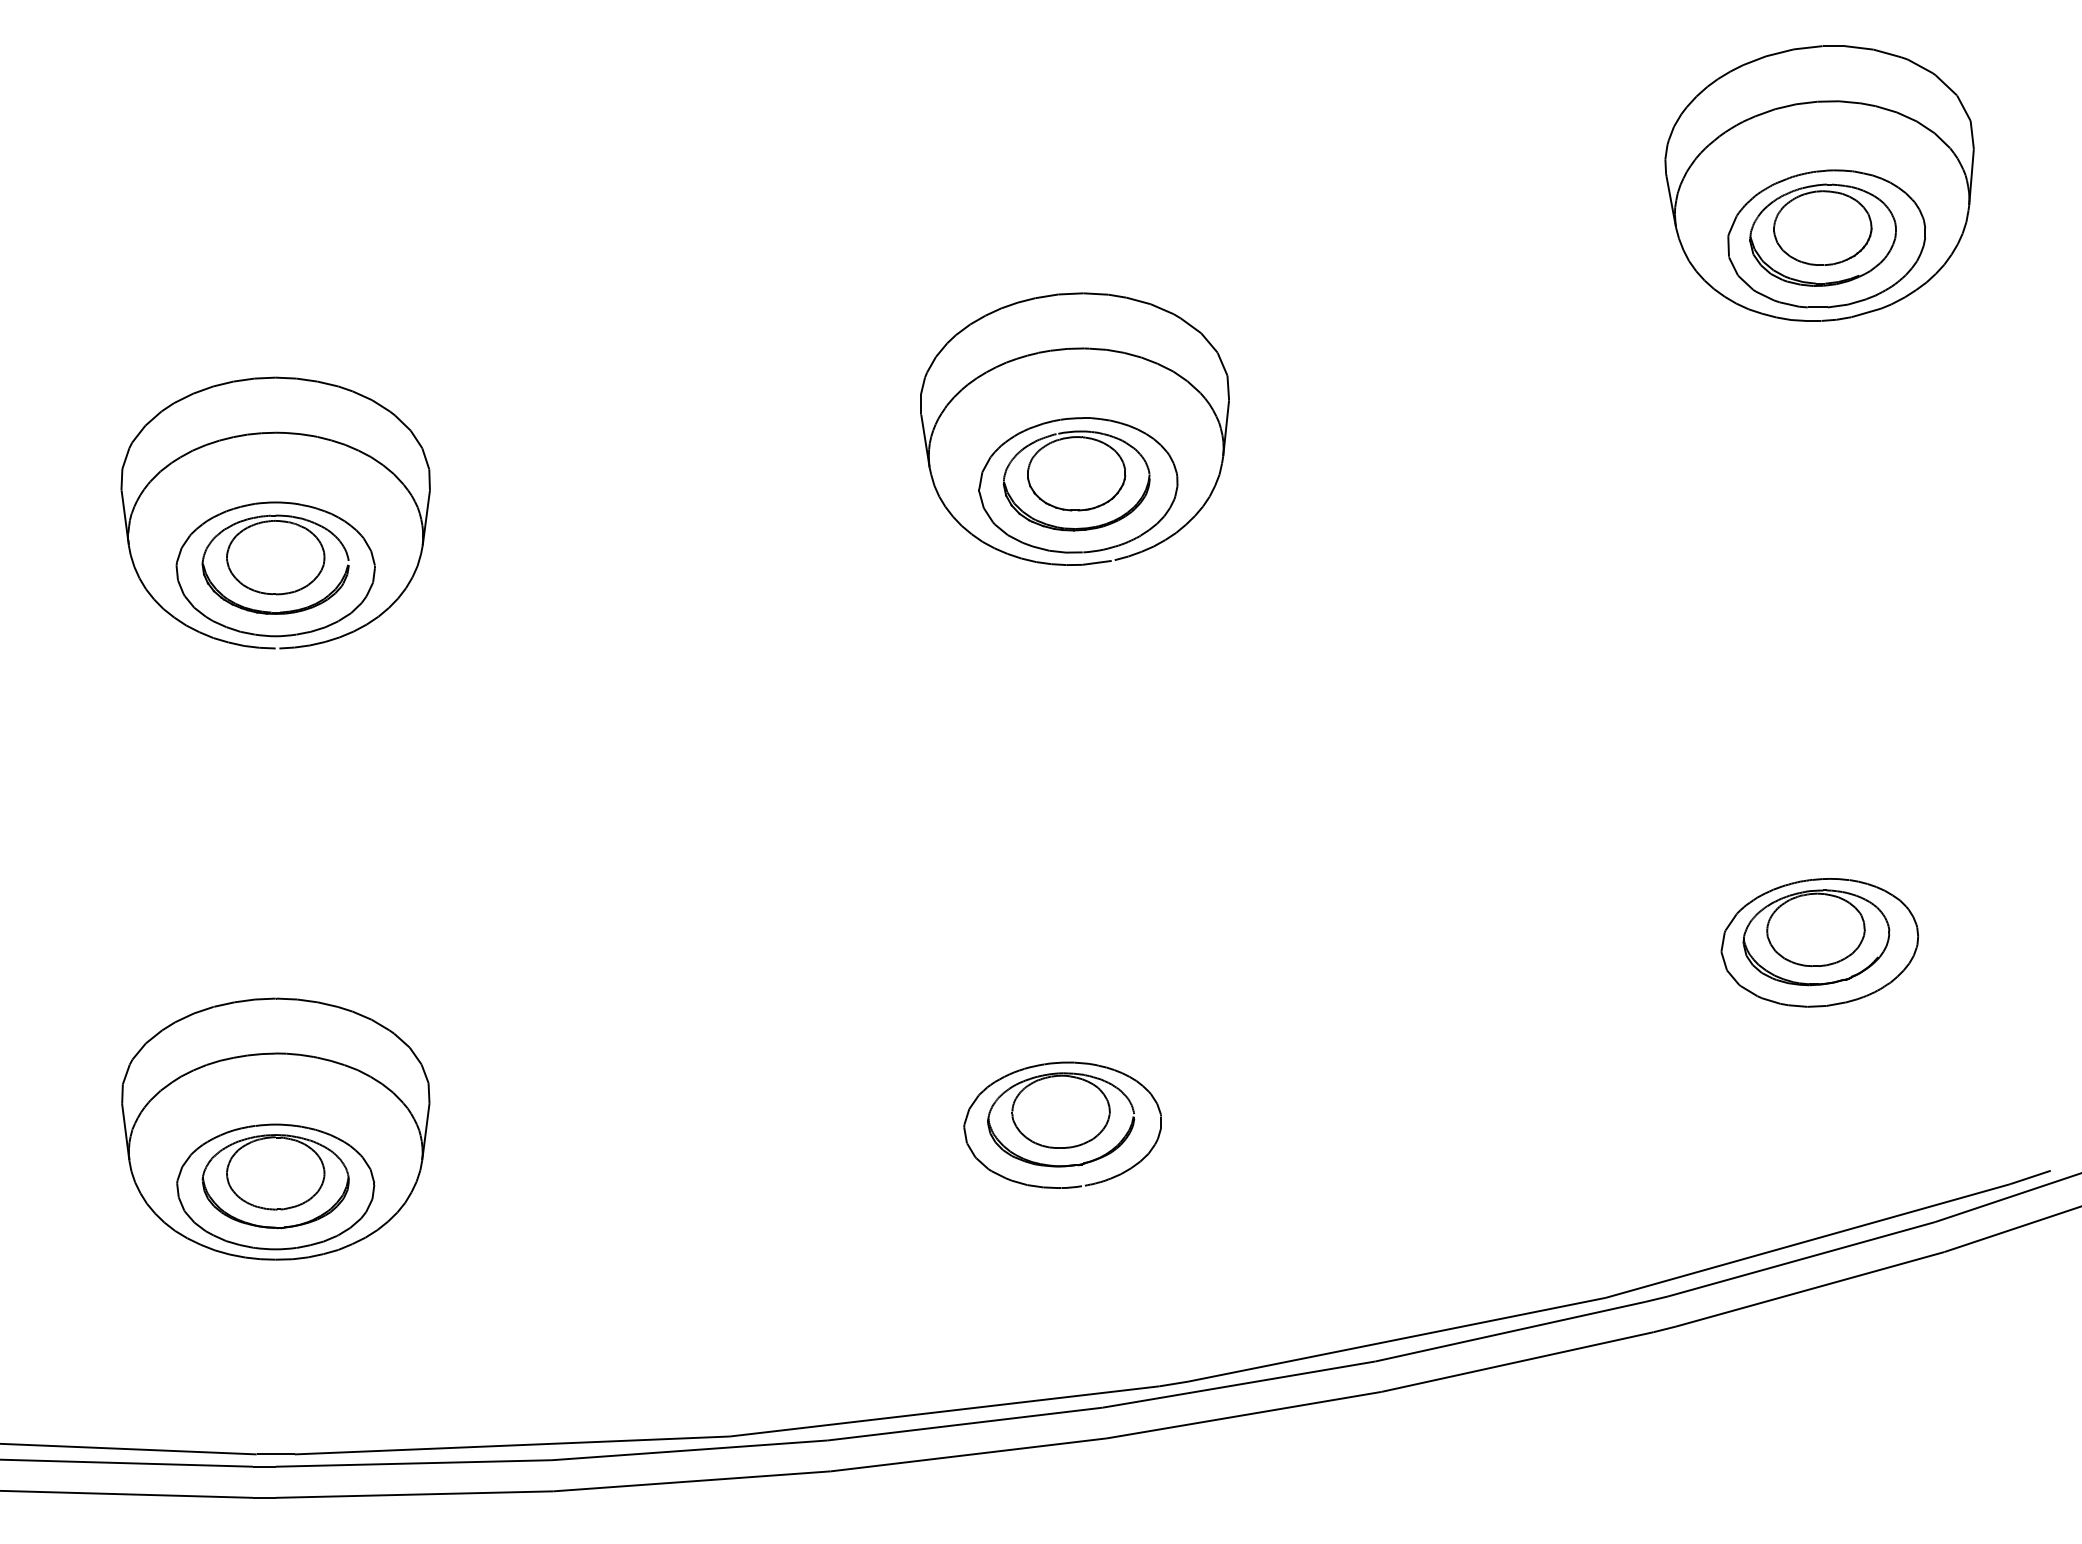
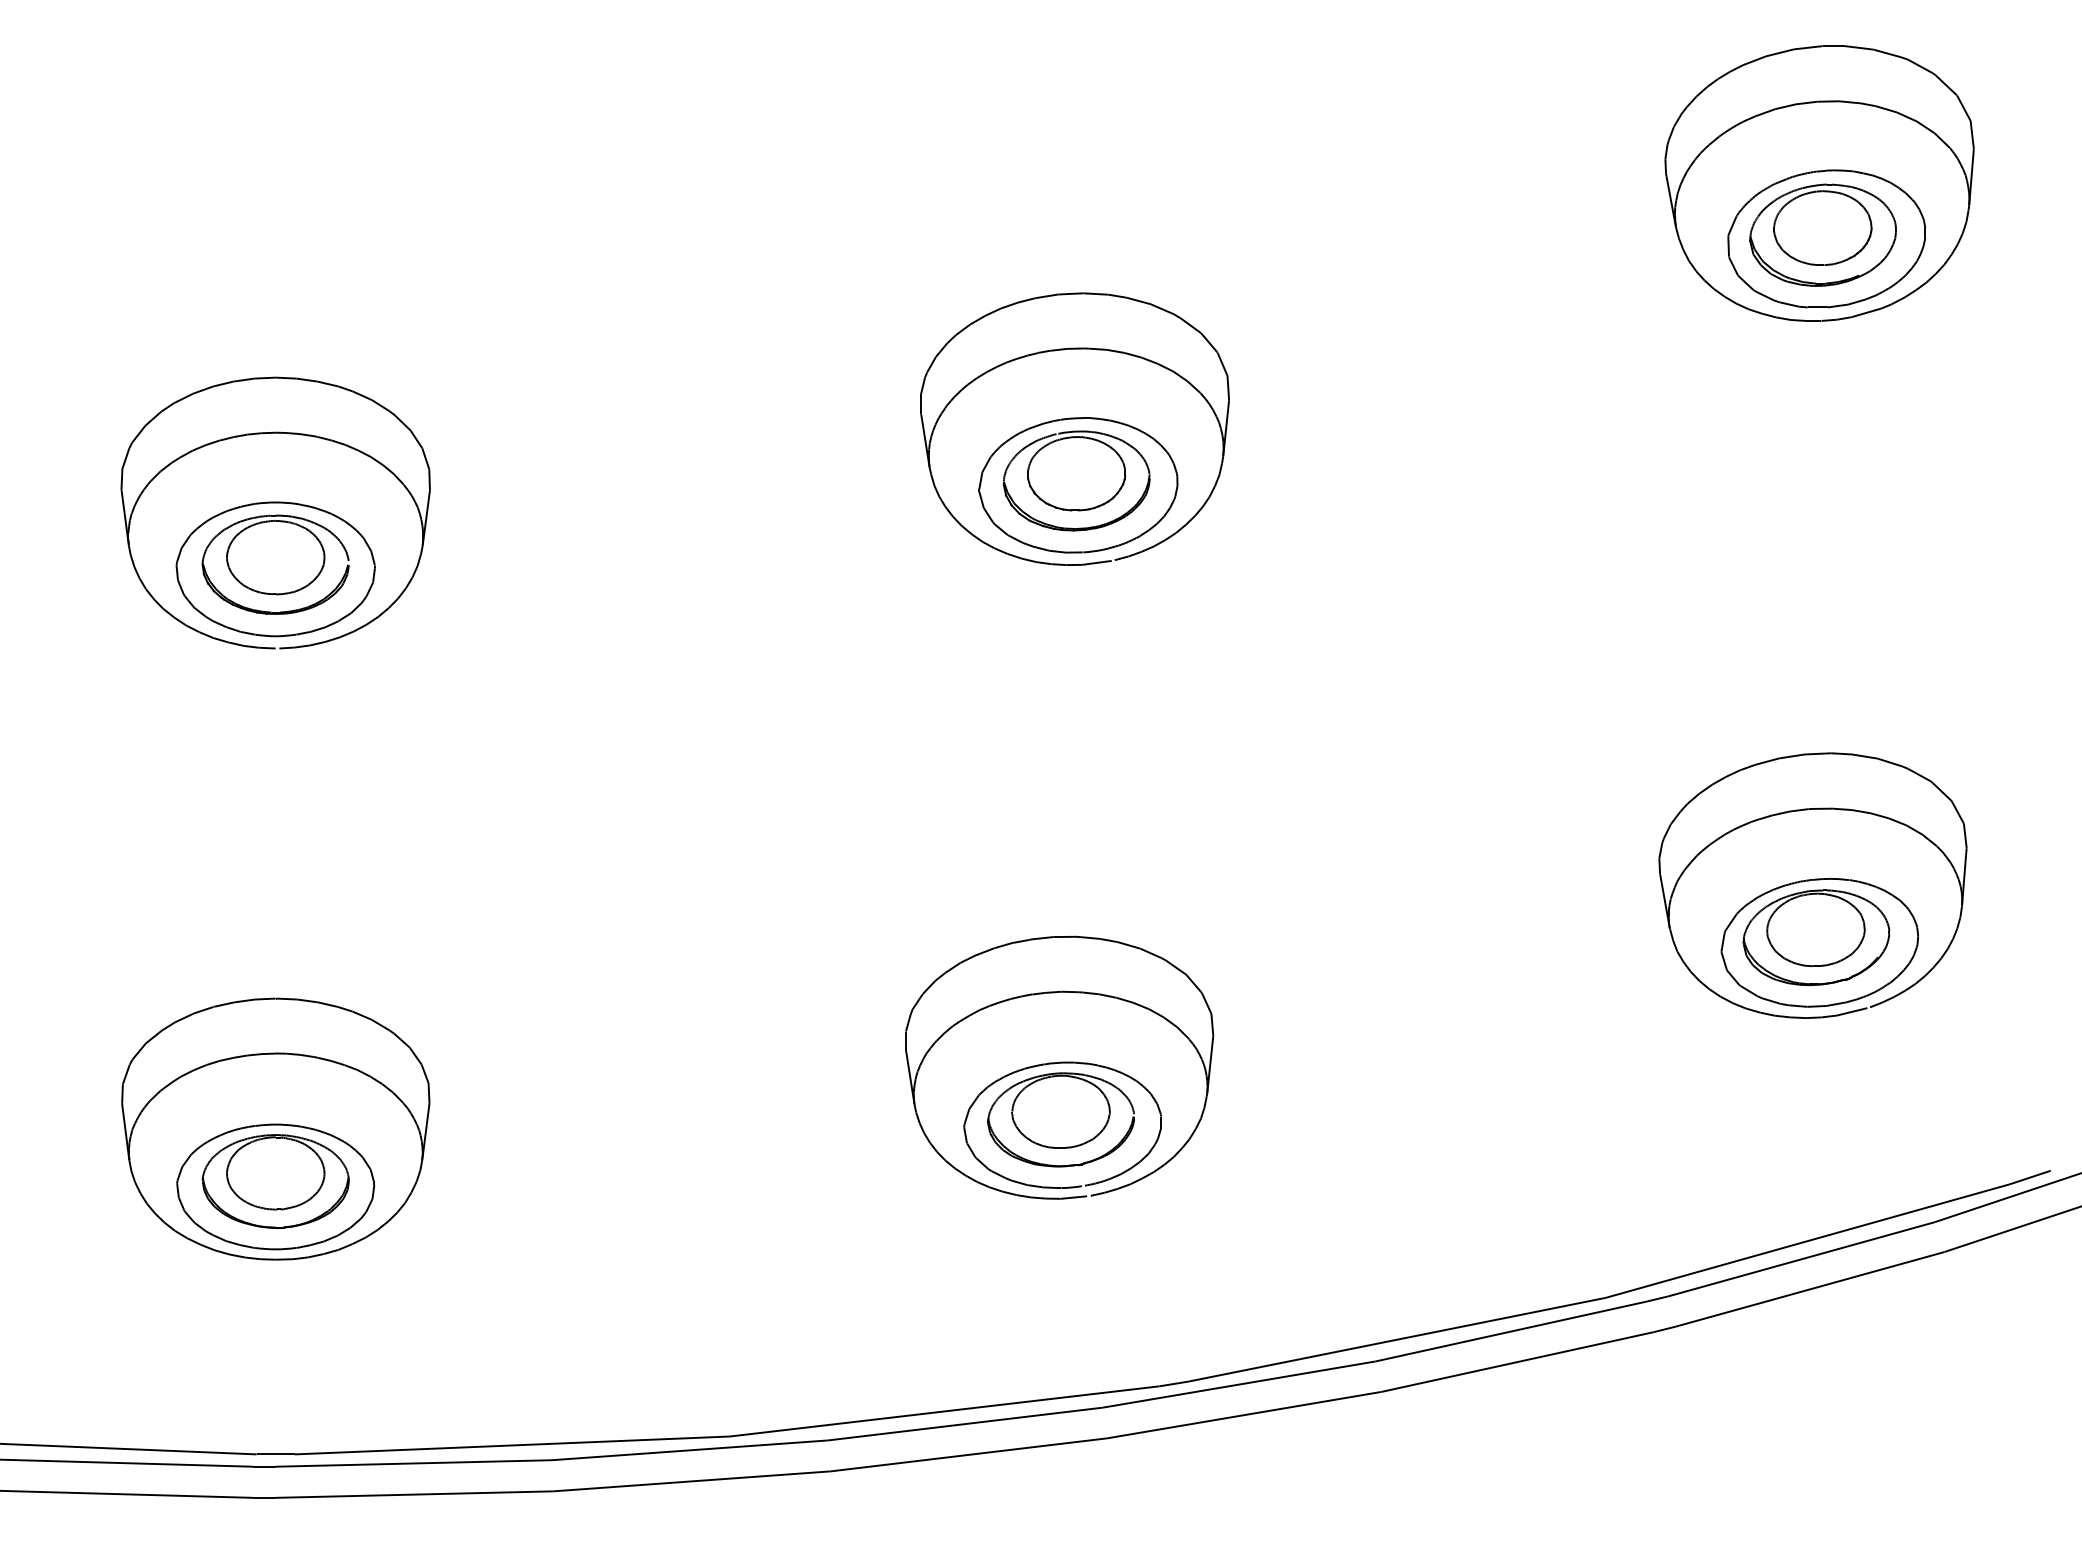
part at (1800, 811): none -> present
part at (1055, 993): none -> present
